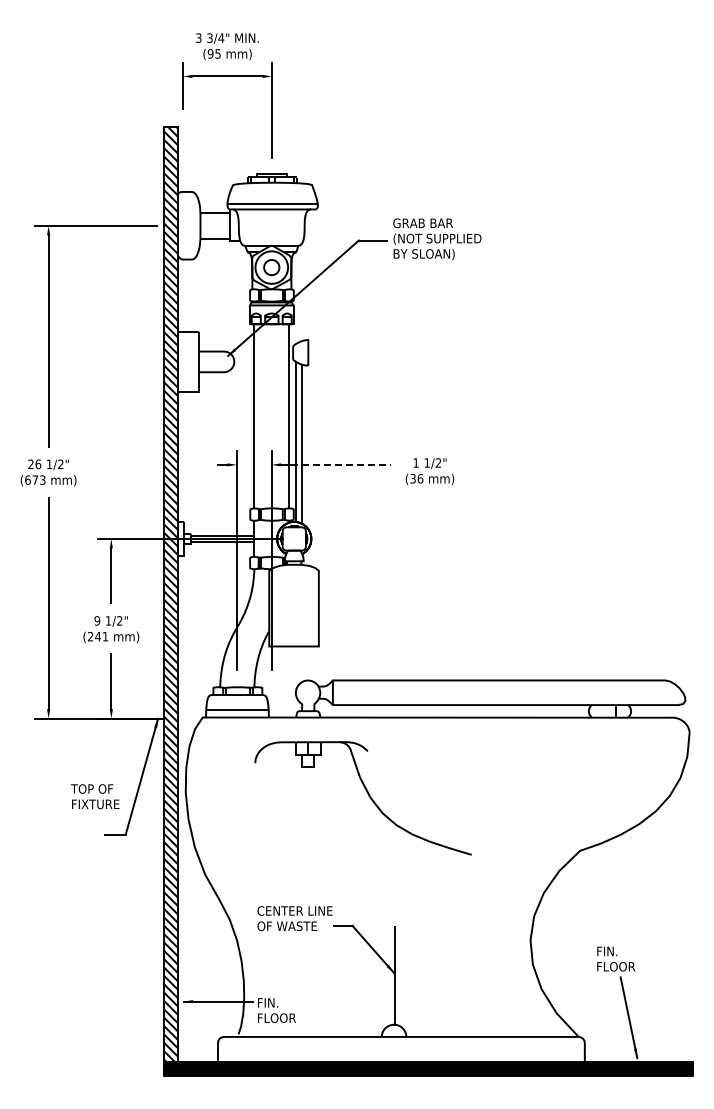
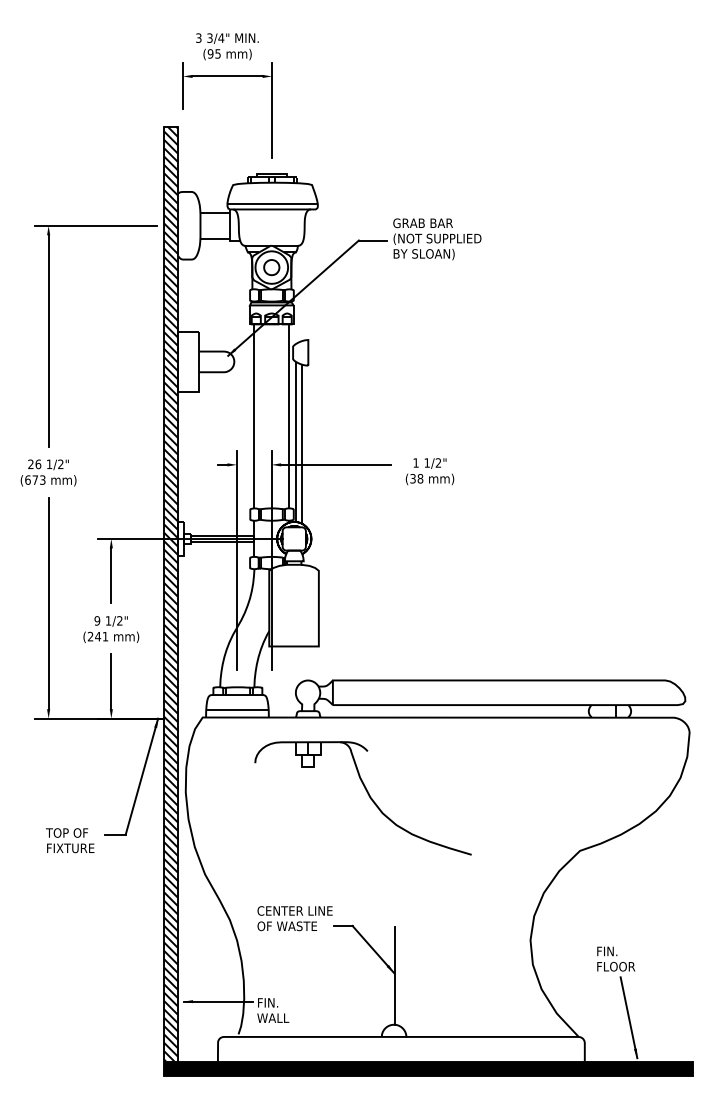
line at (341, 464): dashed -> solid
text at (420, 478): (36 -> (38
text at (95, 796) position: (95, 796) -> (70, 840)
text at (276, 1017): FLOOR -> WALL
